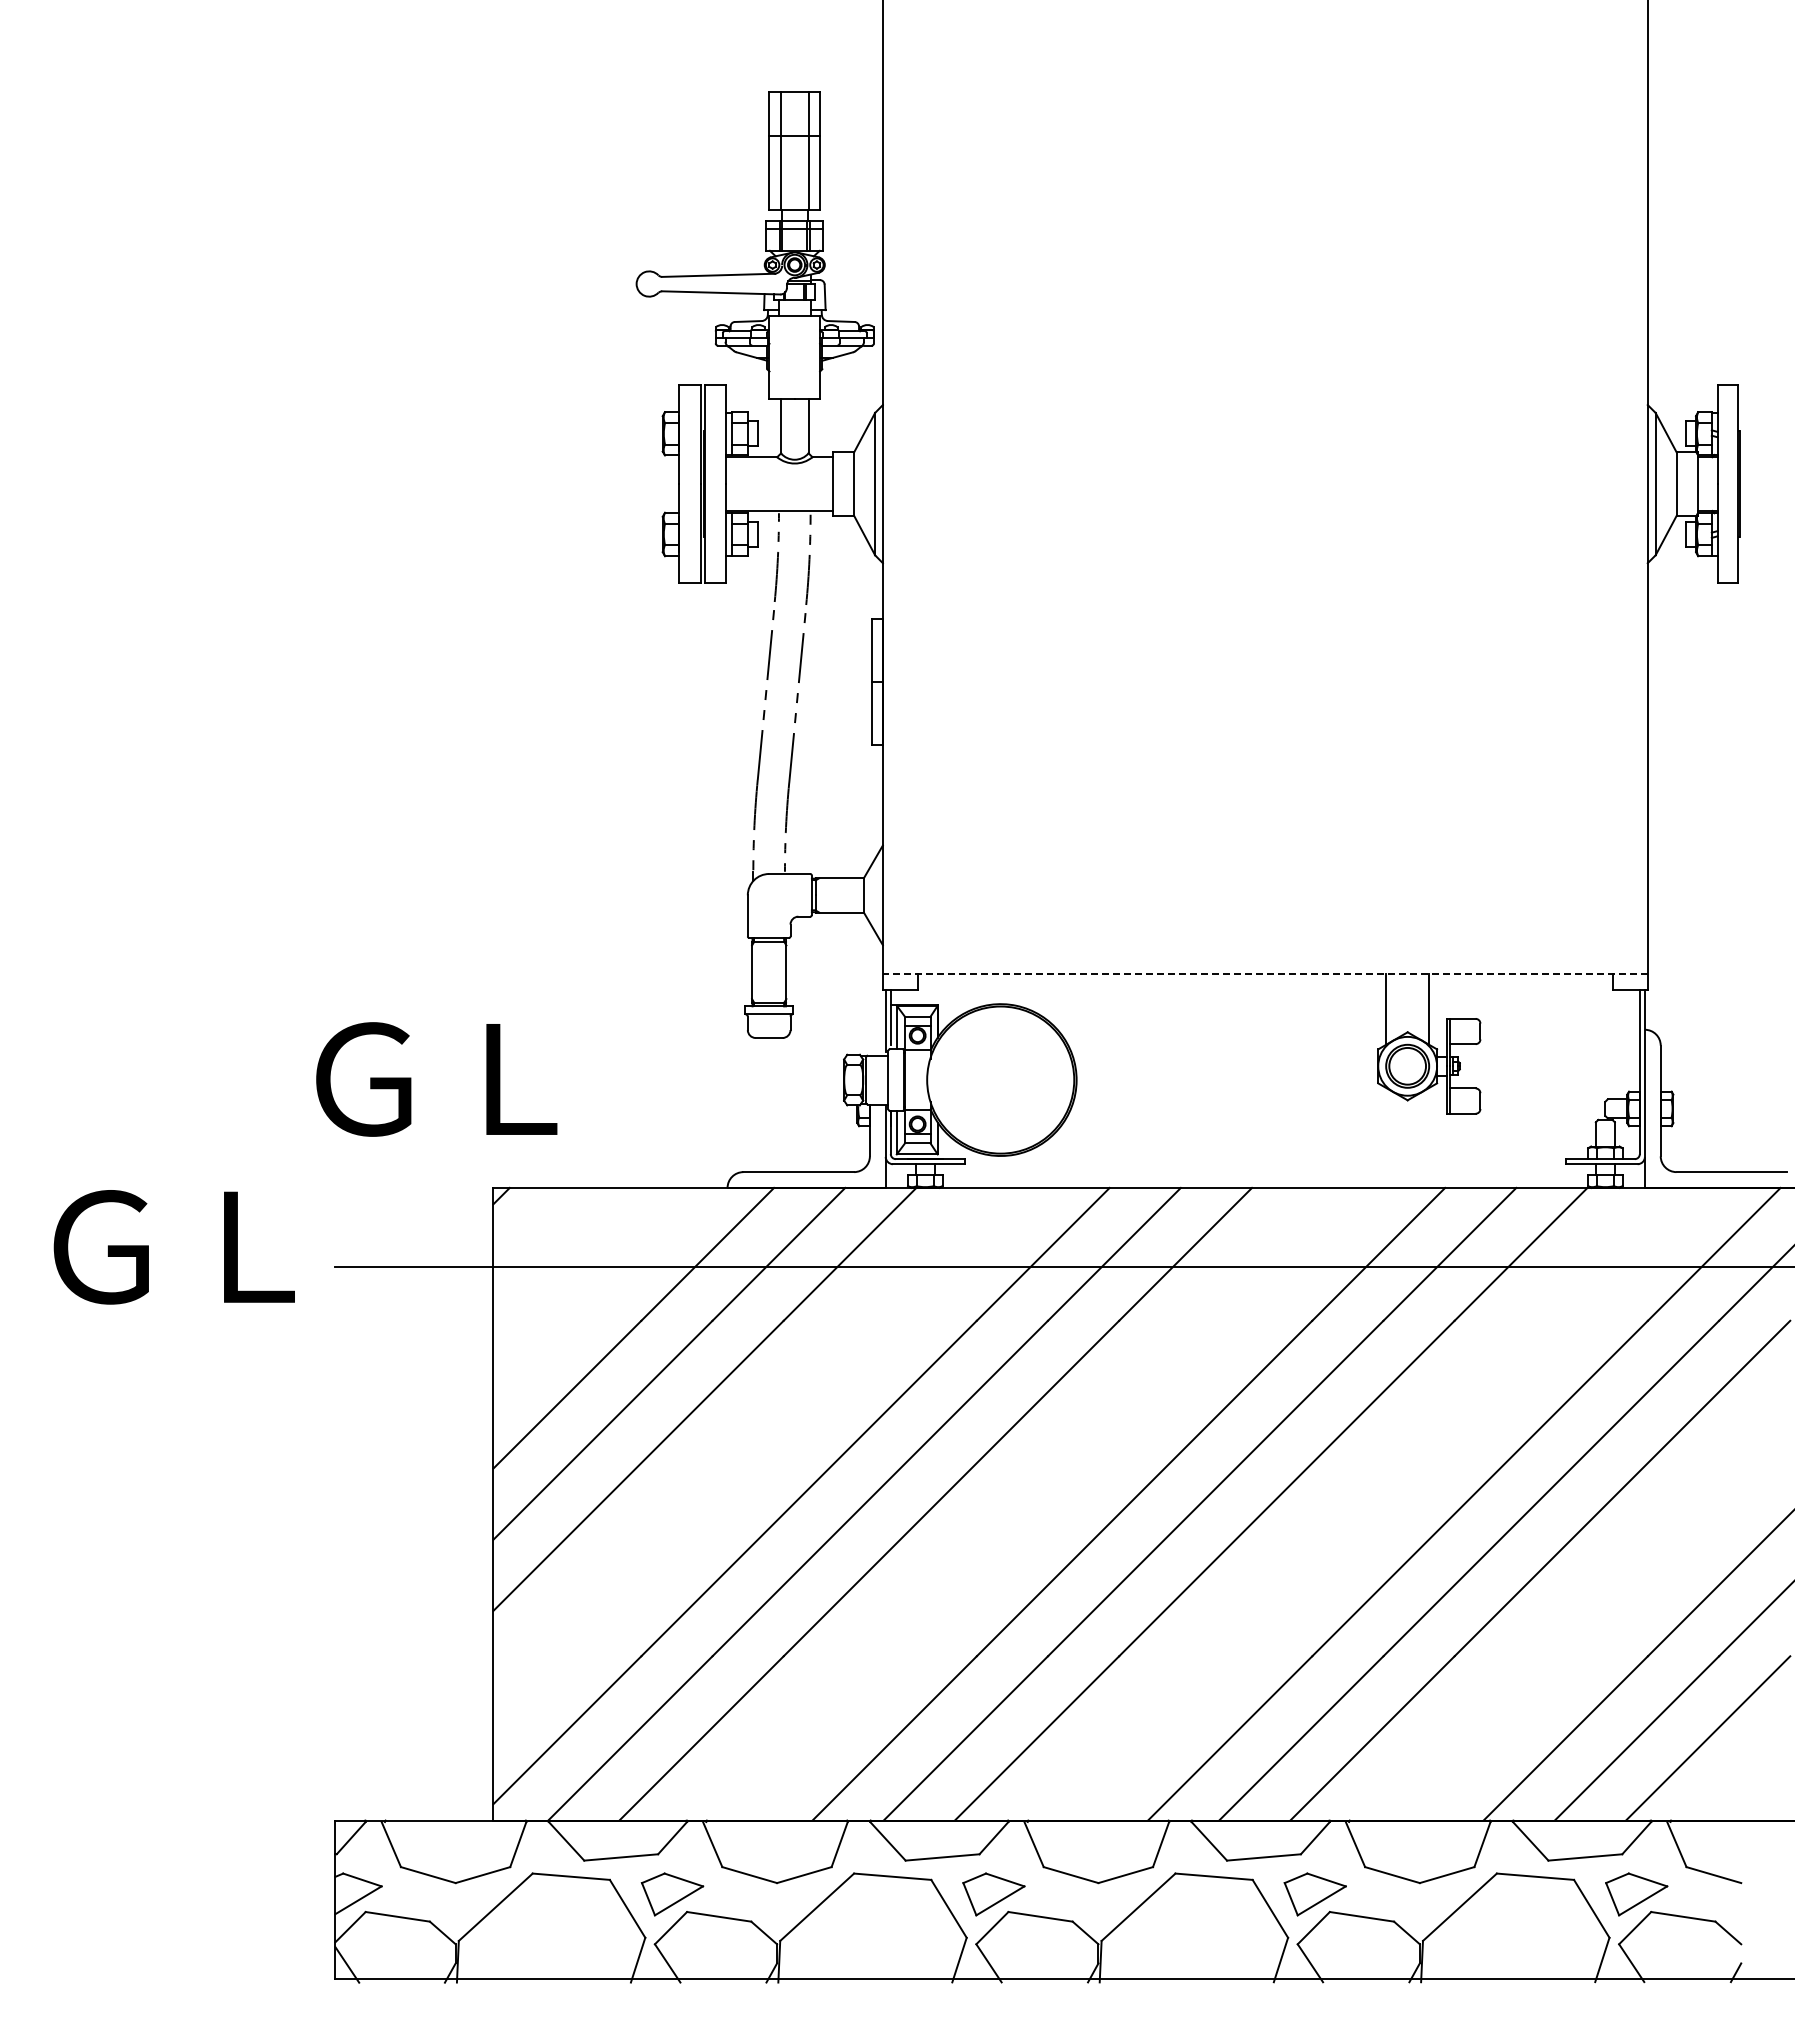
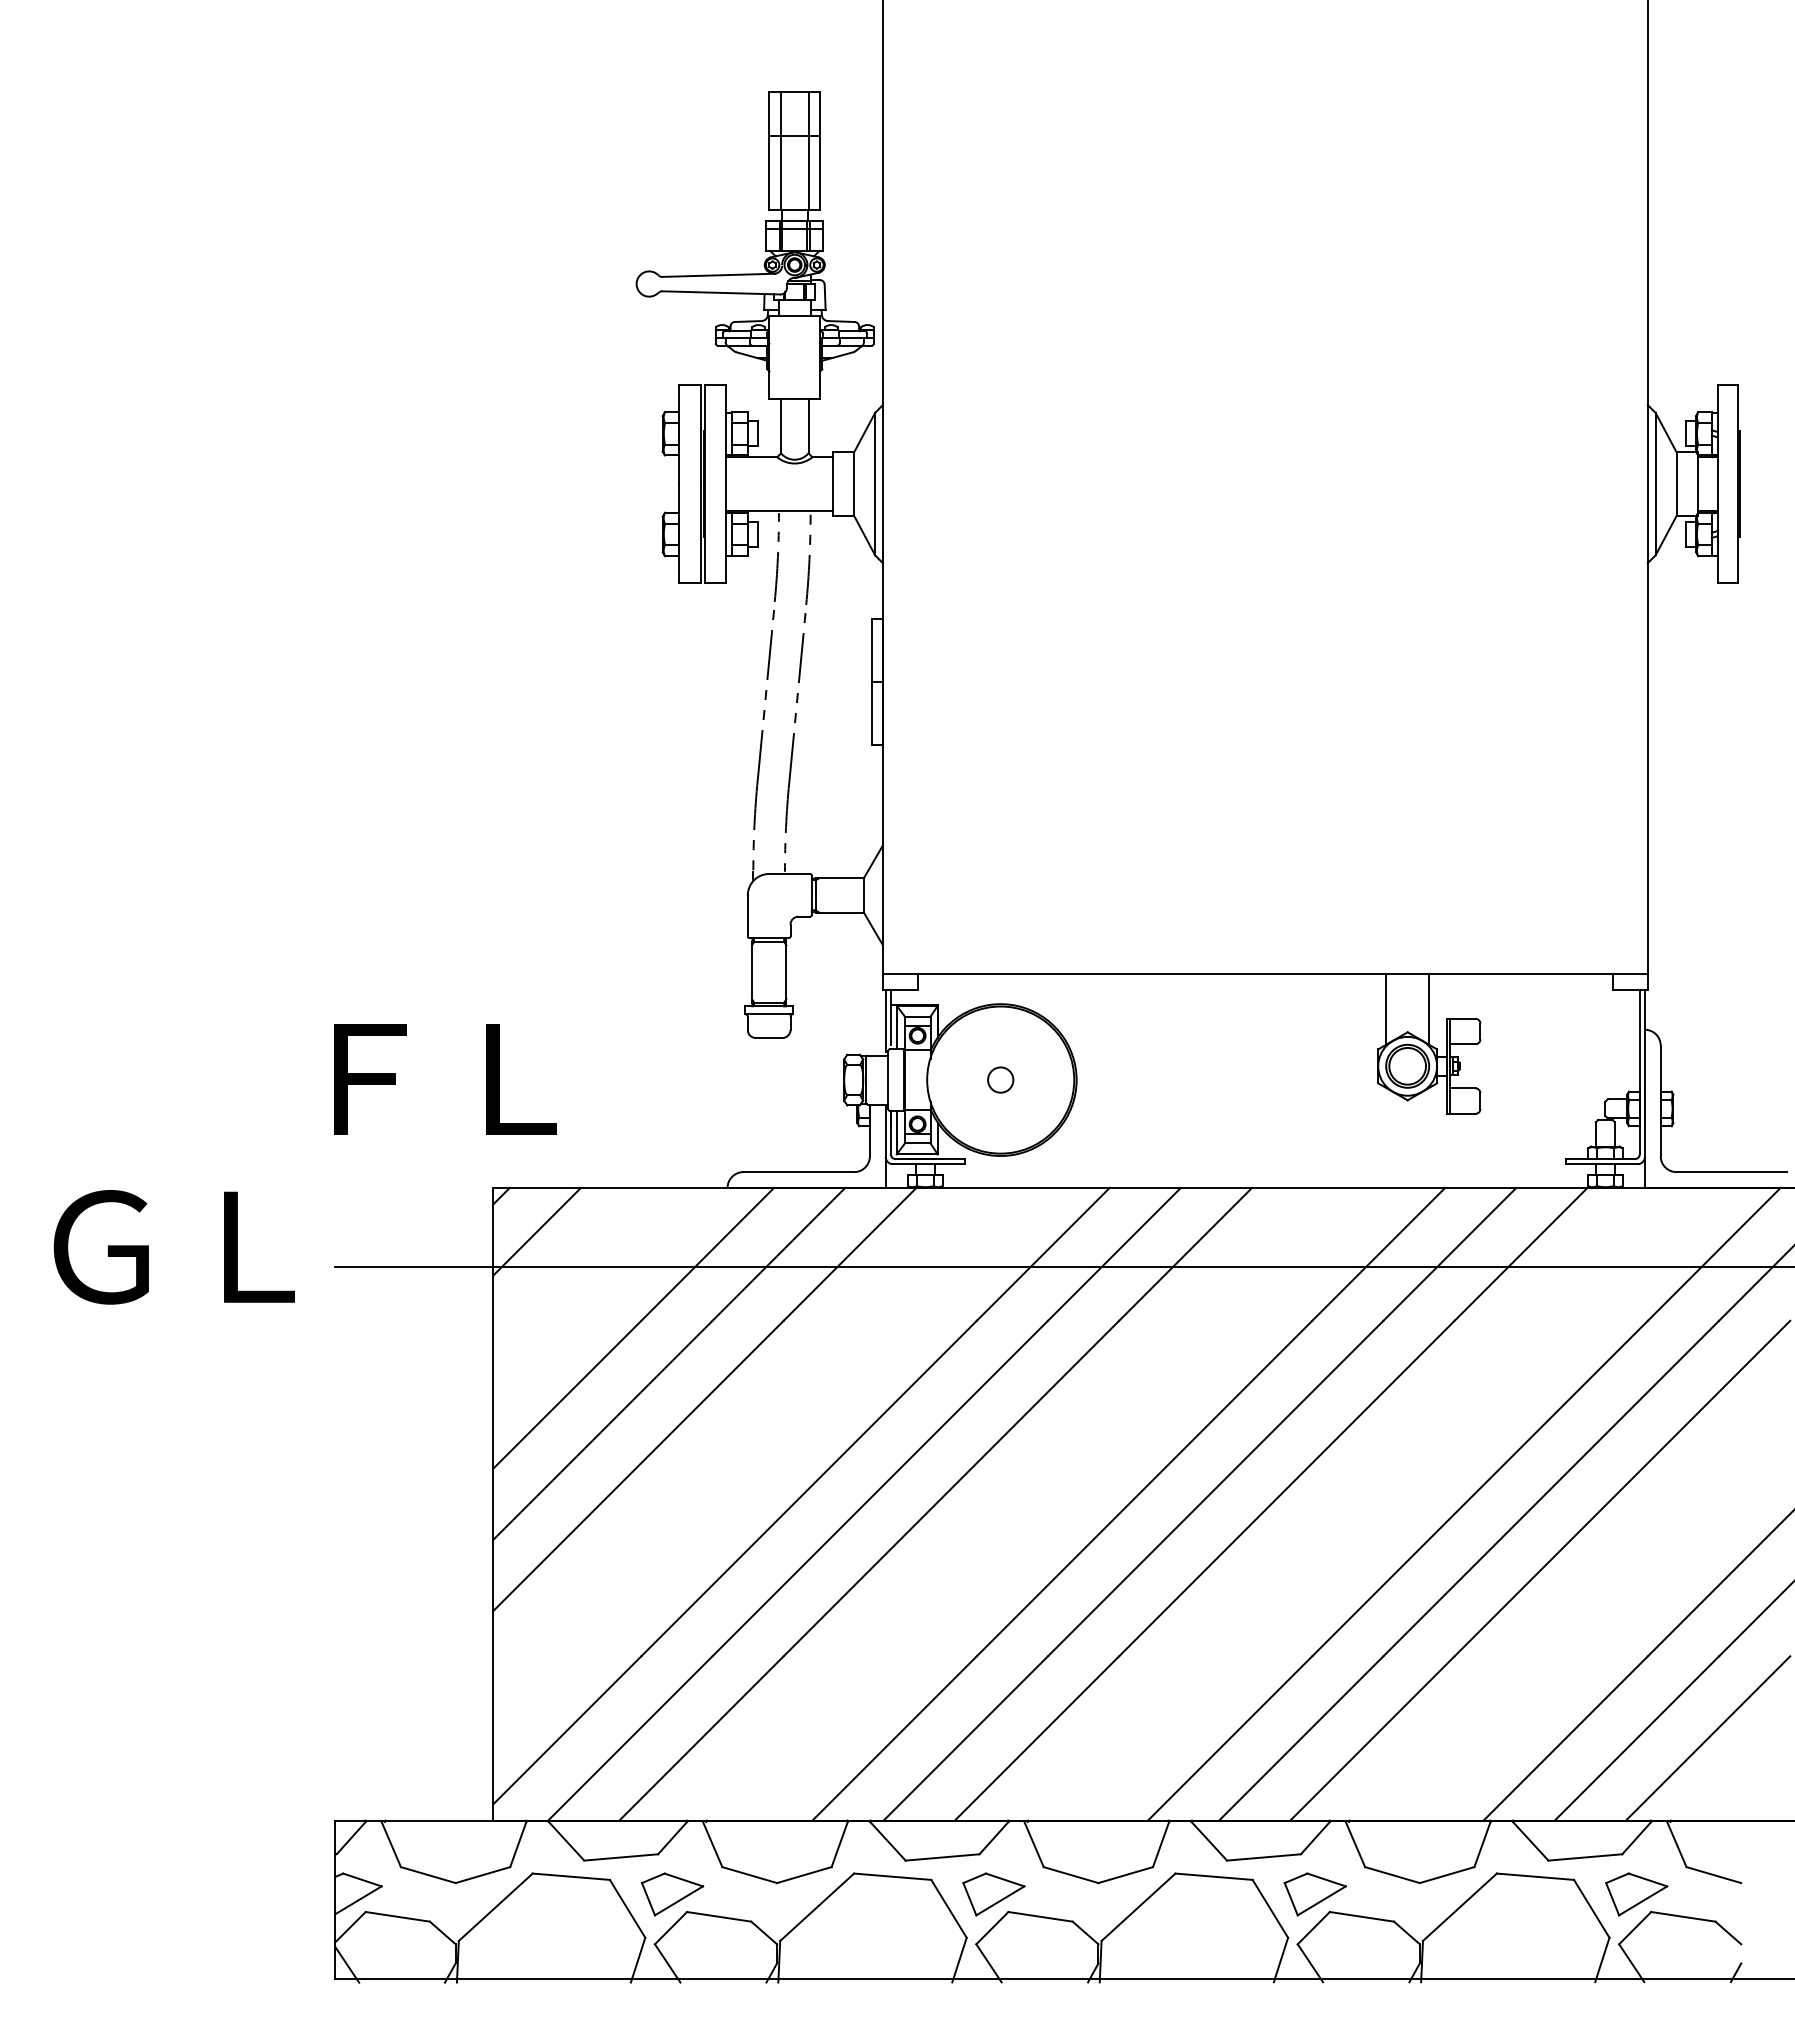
line at (1264, 974): dashed -> solid
text at (436, 1079): ＧＬ -> ＦＬ
circle at (1000, 1079): none -> present
line at (536, 1231): none -> present
